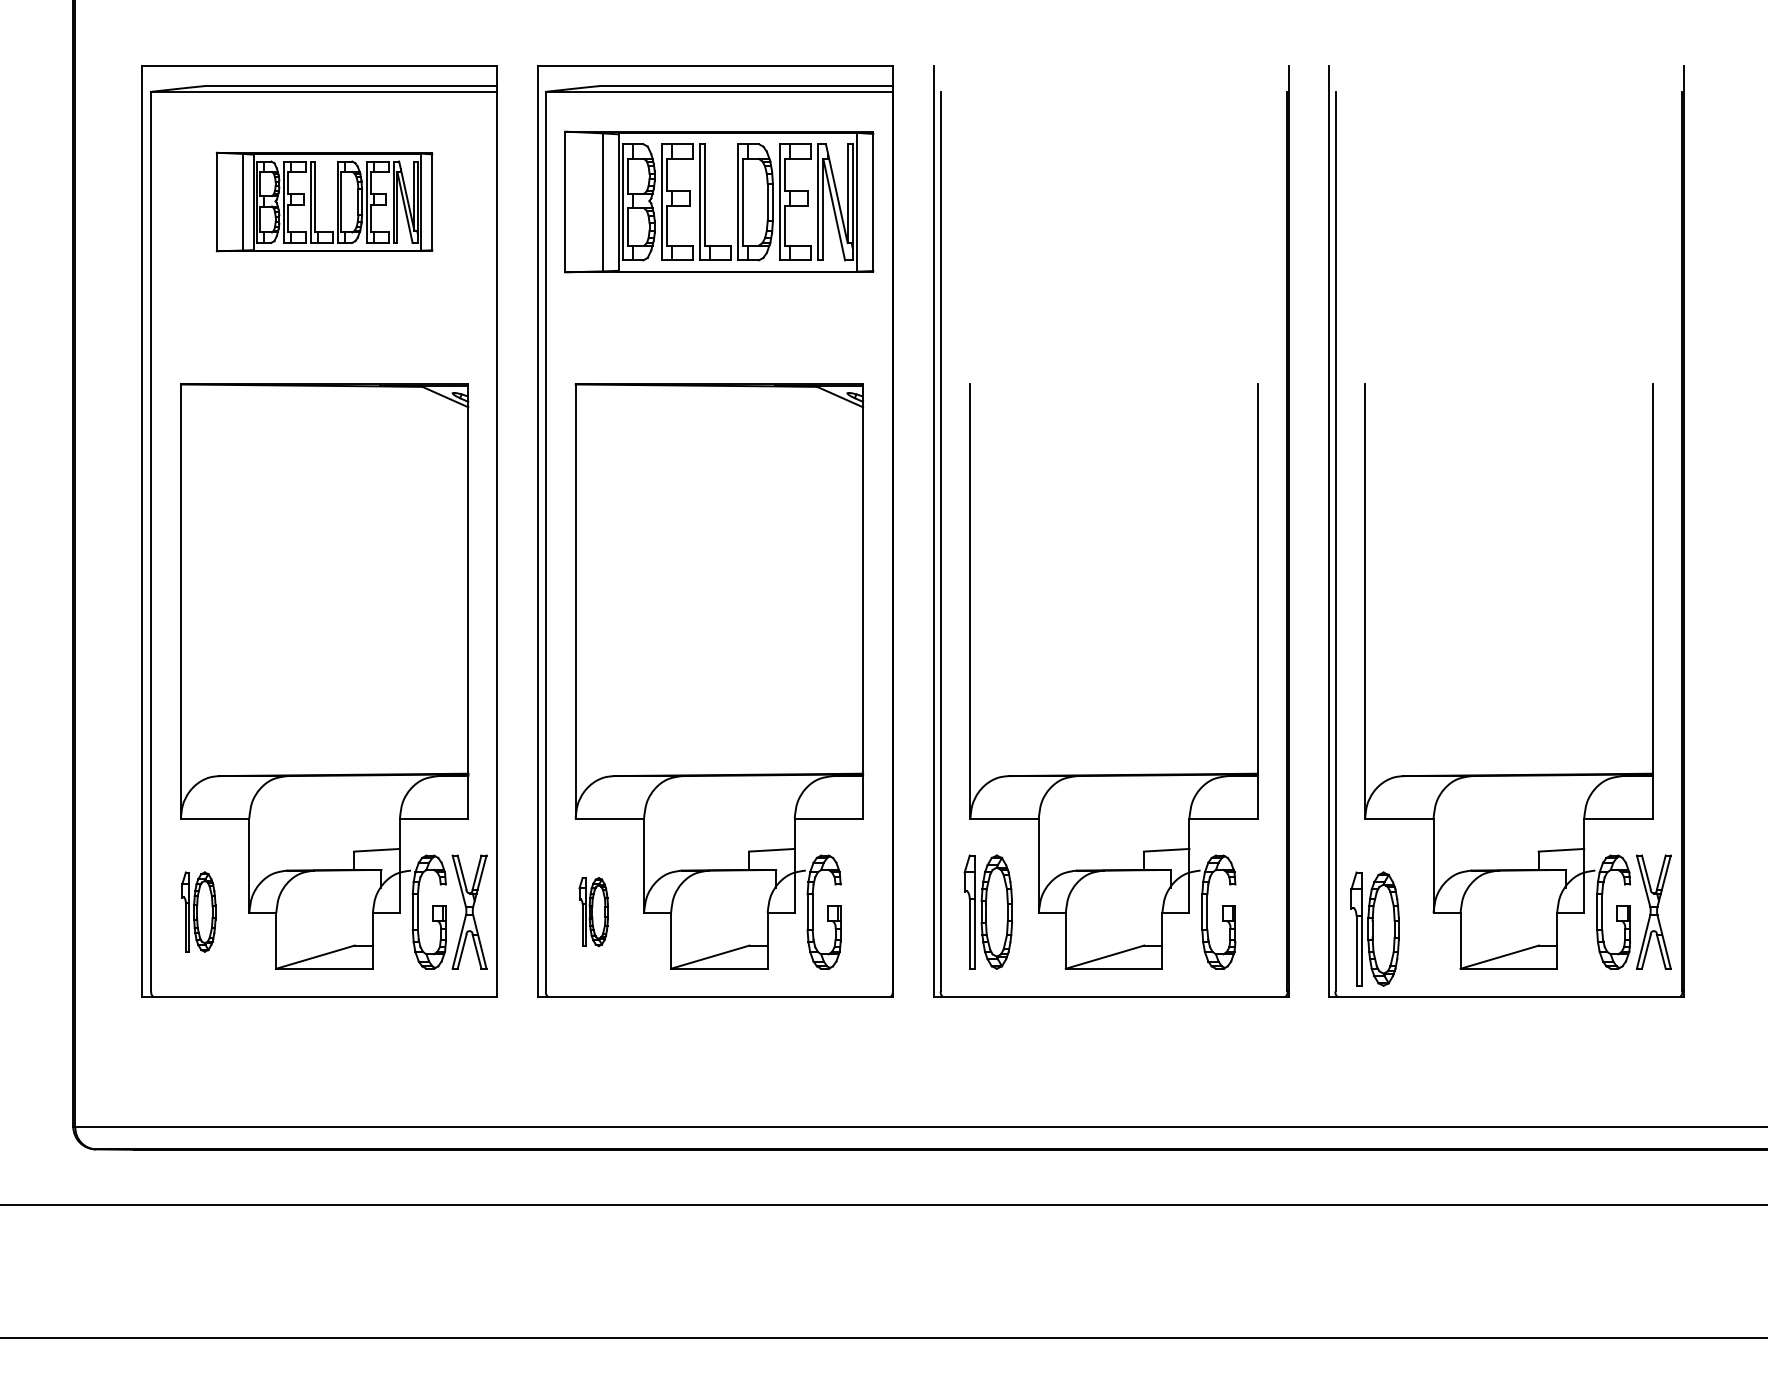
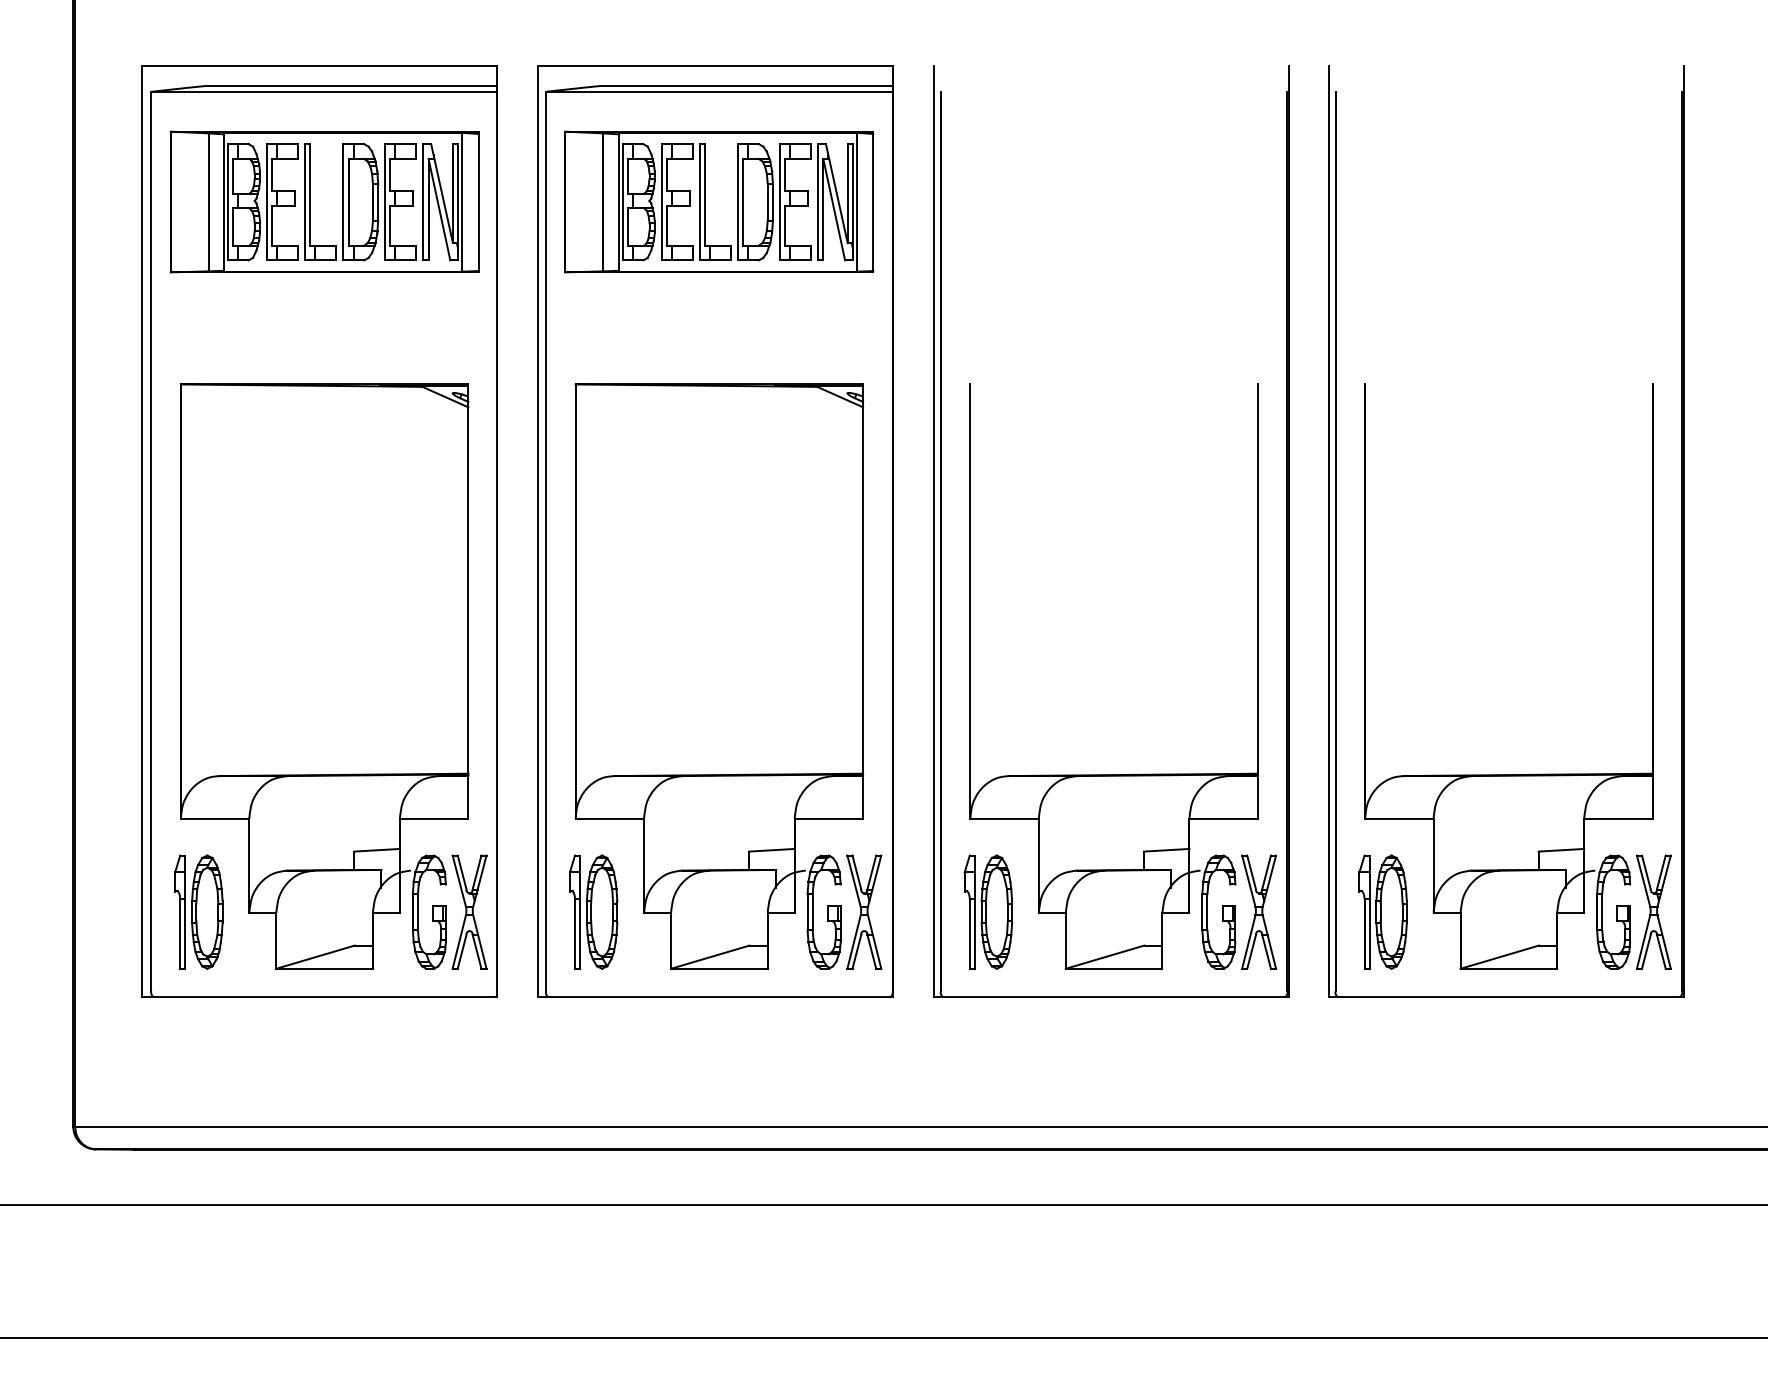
part at (324, 201) size: 218x102 px -> 311x144 px
part at (198, 911) size: 36x82 px -> 50x116 px
part at (864, 911): none -> present
part at (1258, 911): none -> present
part at (593, 912) size: 31x71 px -> 50x116 px
part at (1374, 928) position: (1374, 928) -> (1382, 911)
